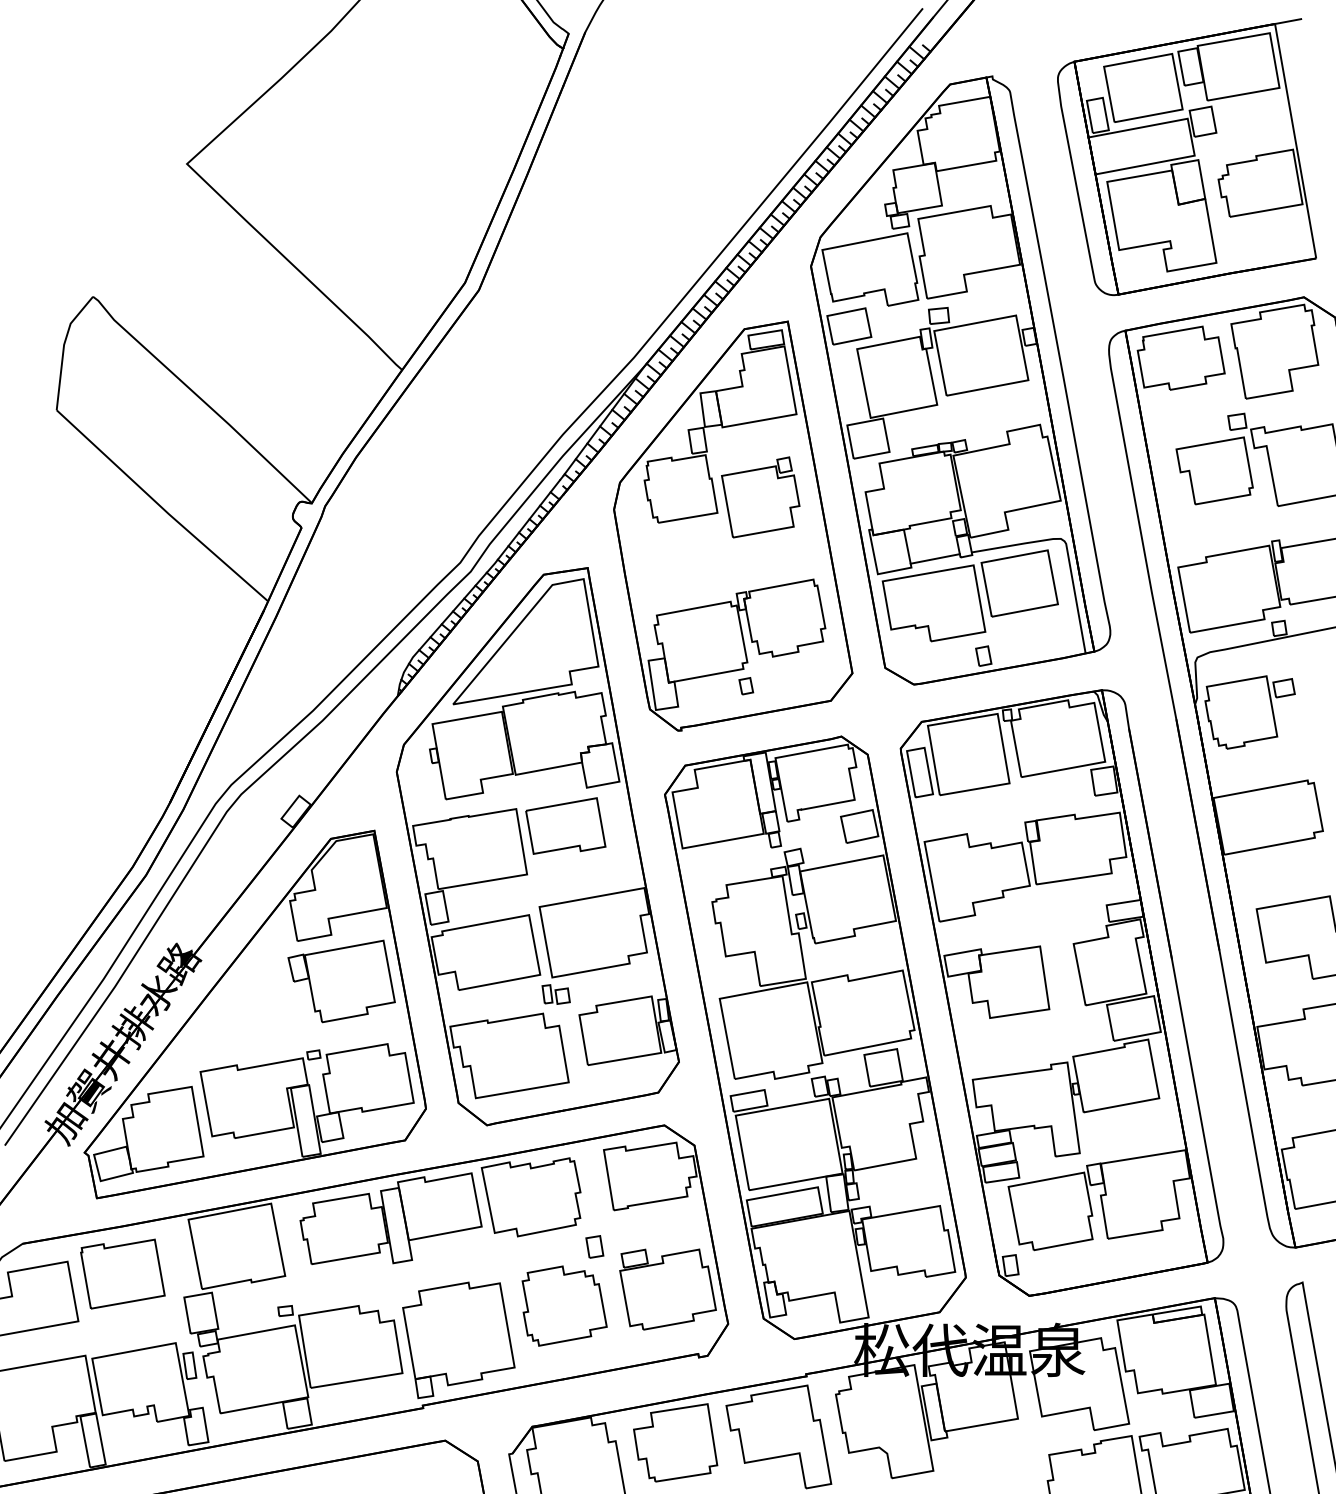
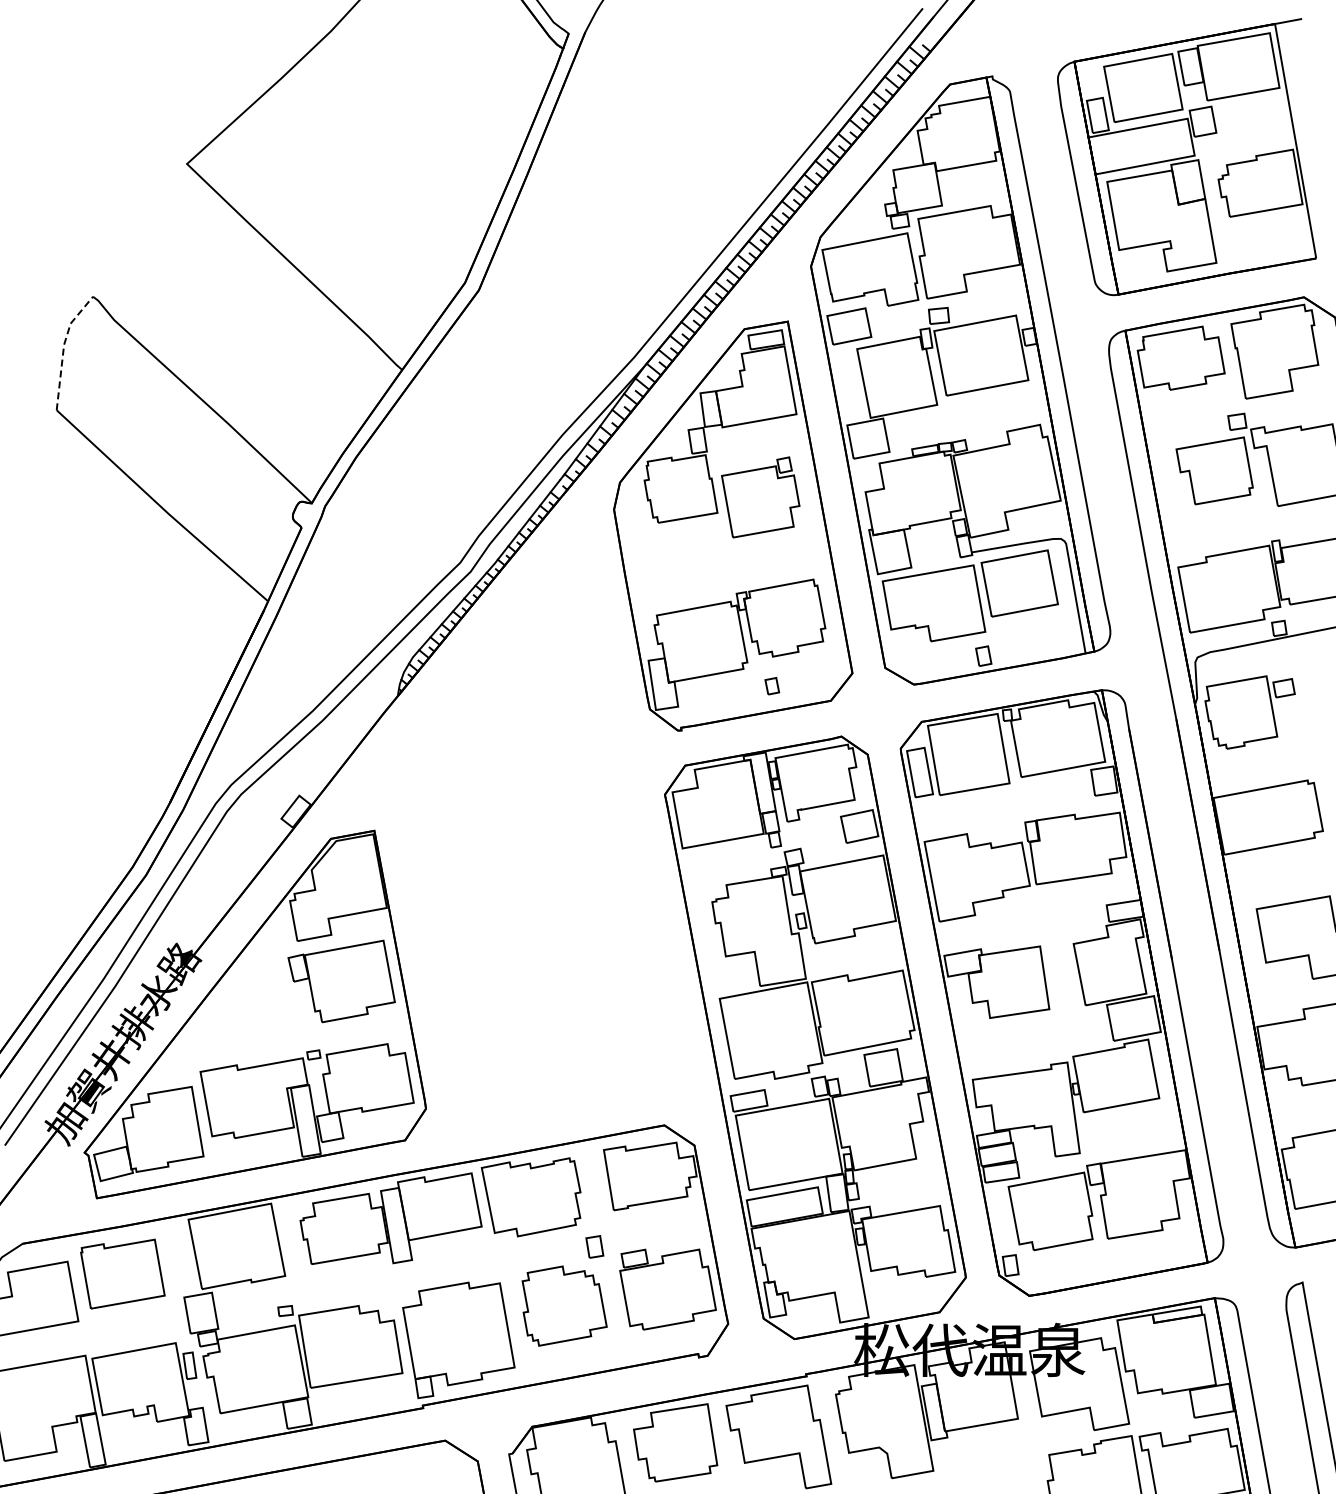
line at (63, 346): solid -> dashed
line at (934, 558): present -> none
part at (746, 686) position: (746, 686) -> (772, 686)
part at (537, 846): present -> none
